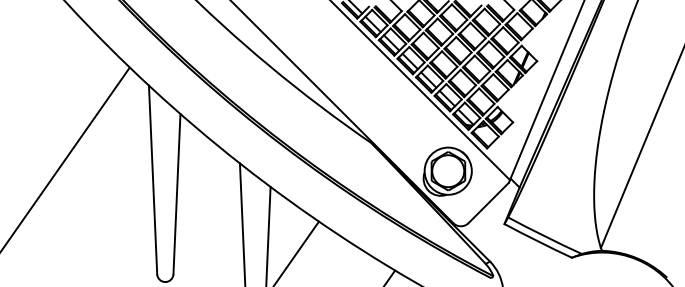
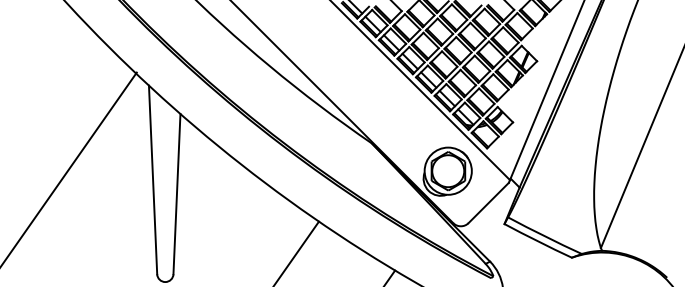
line at (65, 158) position: (65, 158) -> (69, 168)
line at (242, 223): present -> none
line at (268, 234): present -> none
